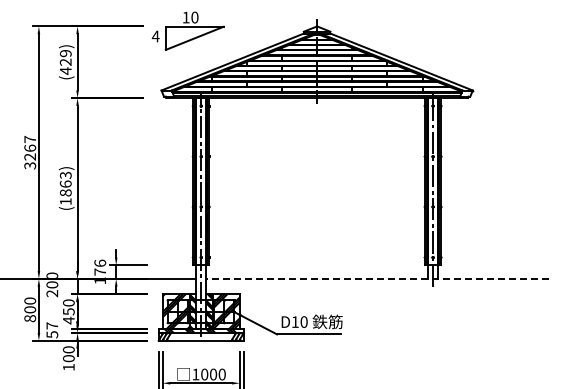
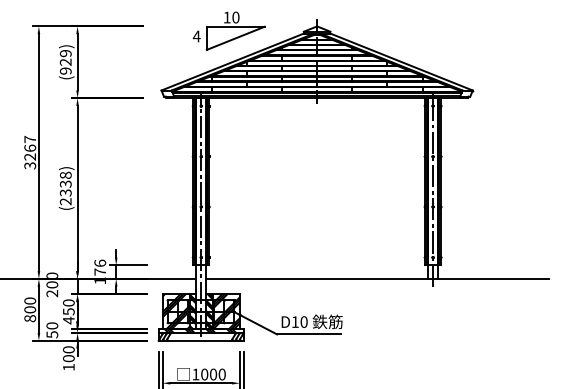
part at (187, 30) position: (187, 30) -> (228, 30)
text at (65, 70): (429) -> (929)
text at (65, 188): (1863) -> (2338)
line at (377, 278): dashed -> solid
text at (52, 325): 57 -> 50
